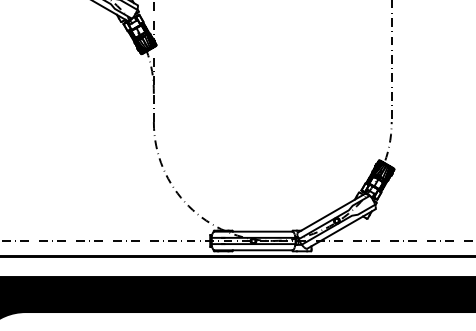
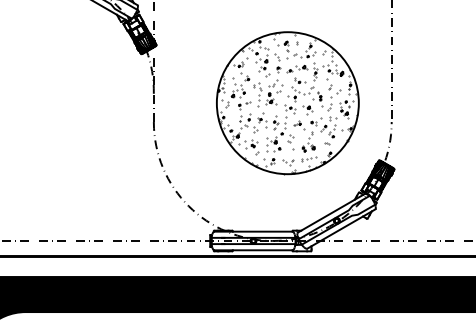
part at (287, 103): none -> present
